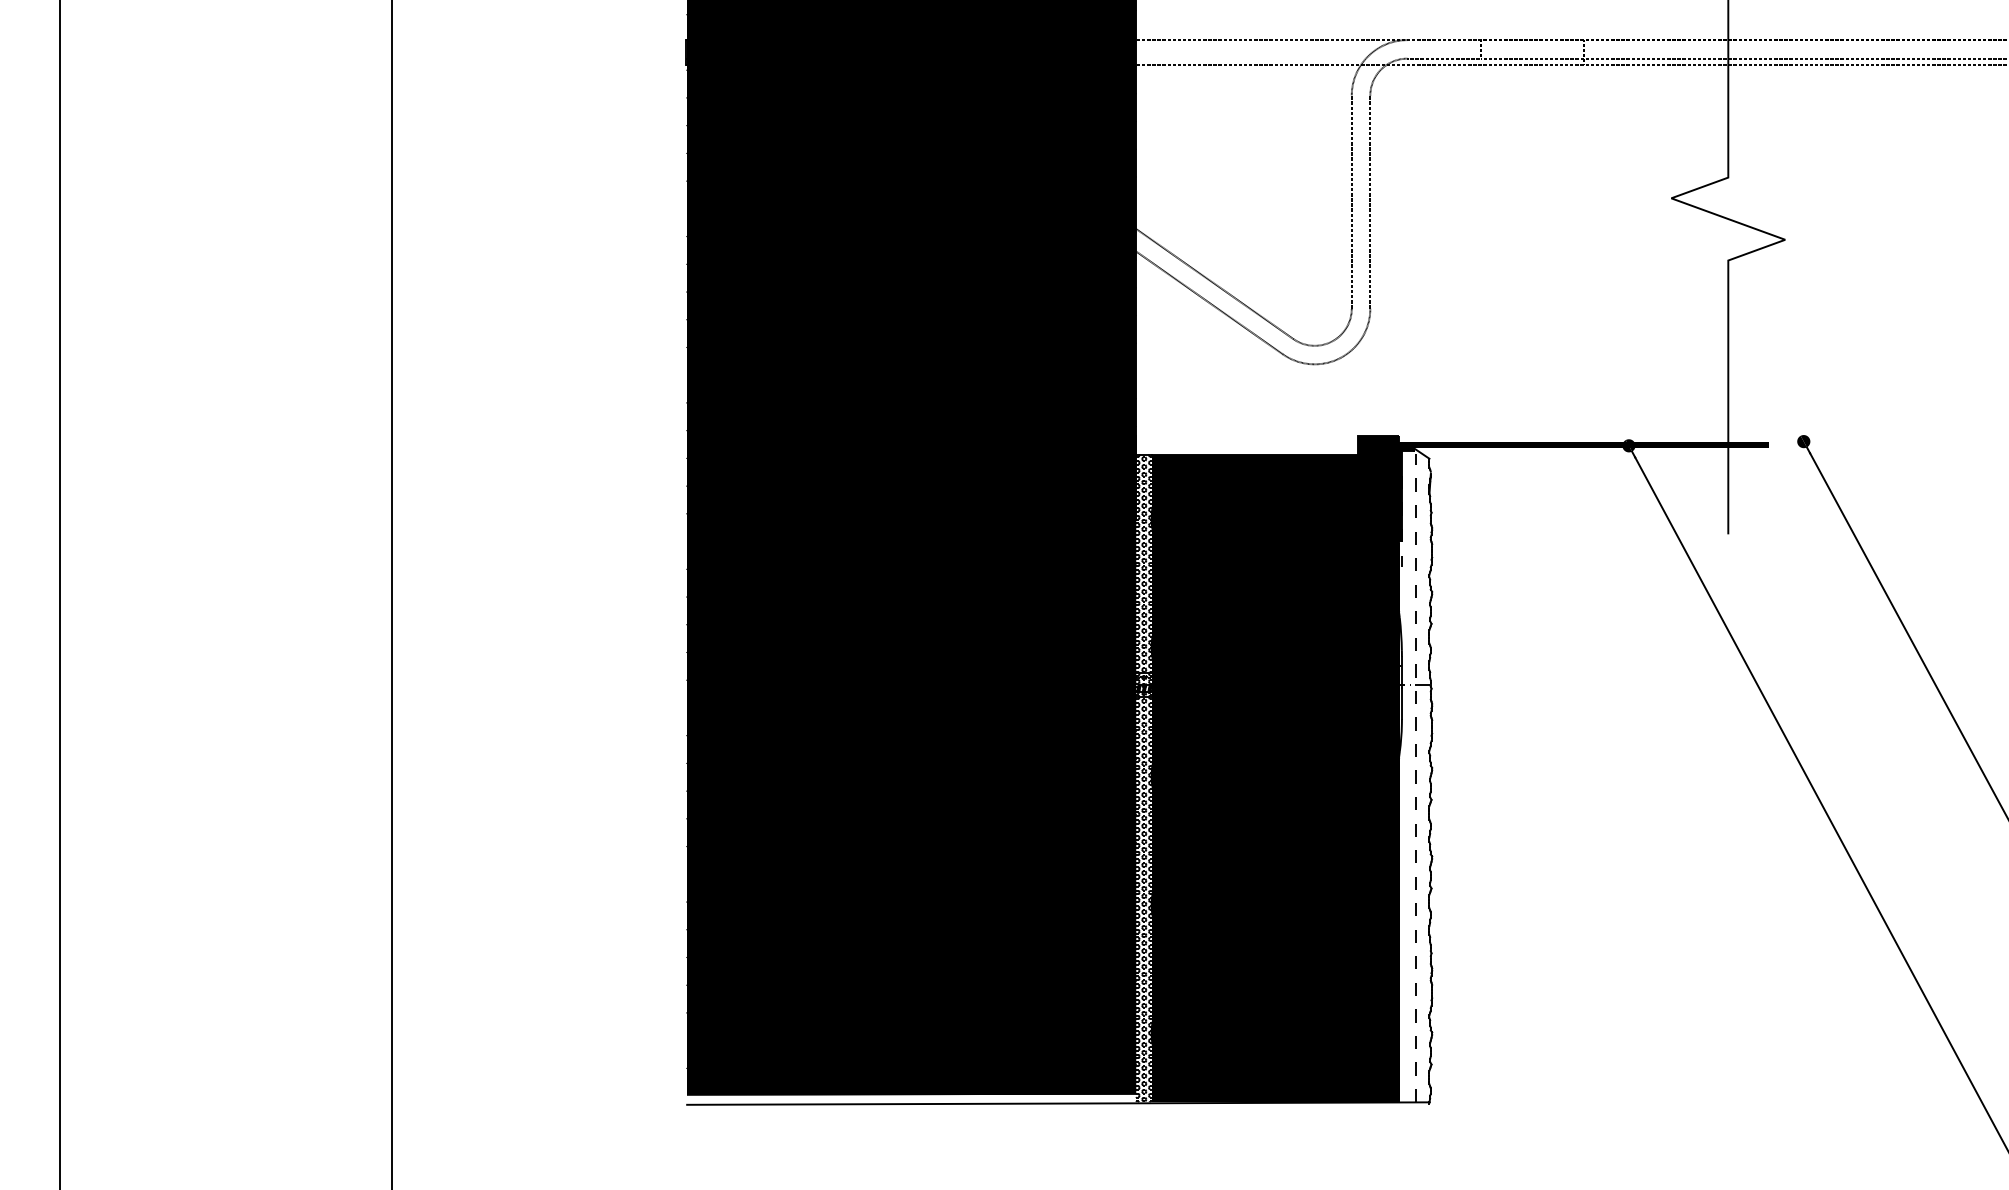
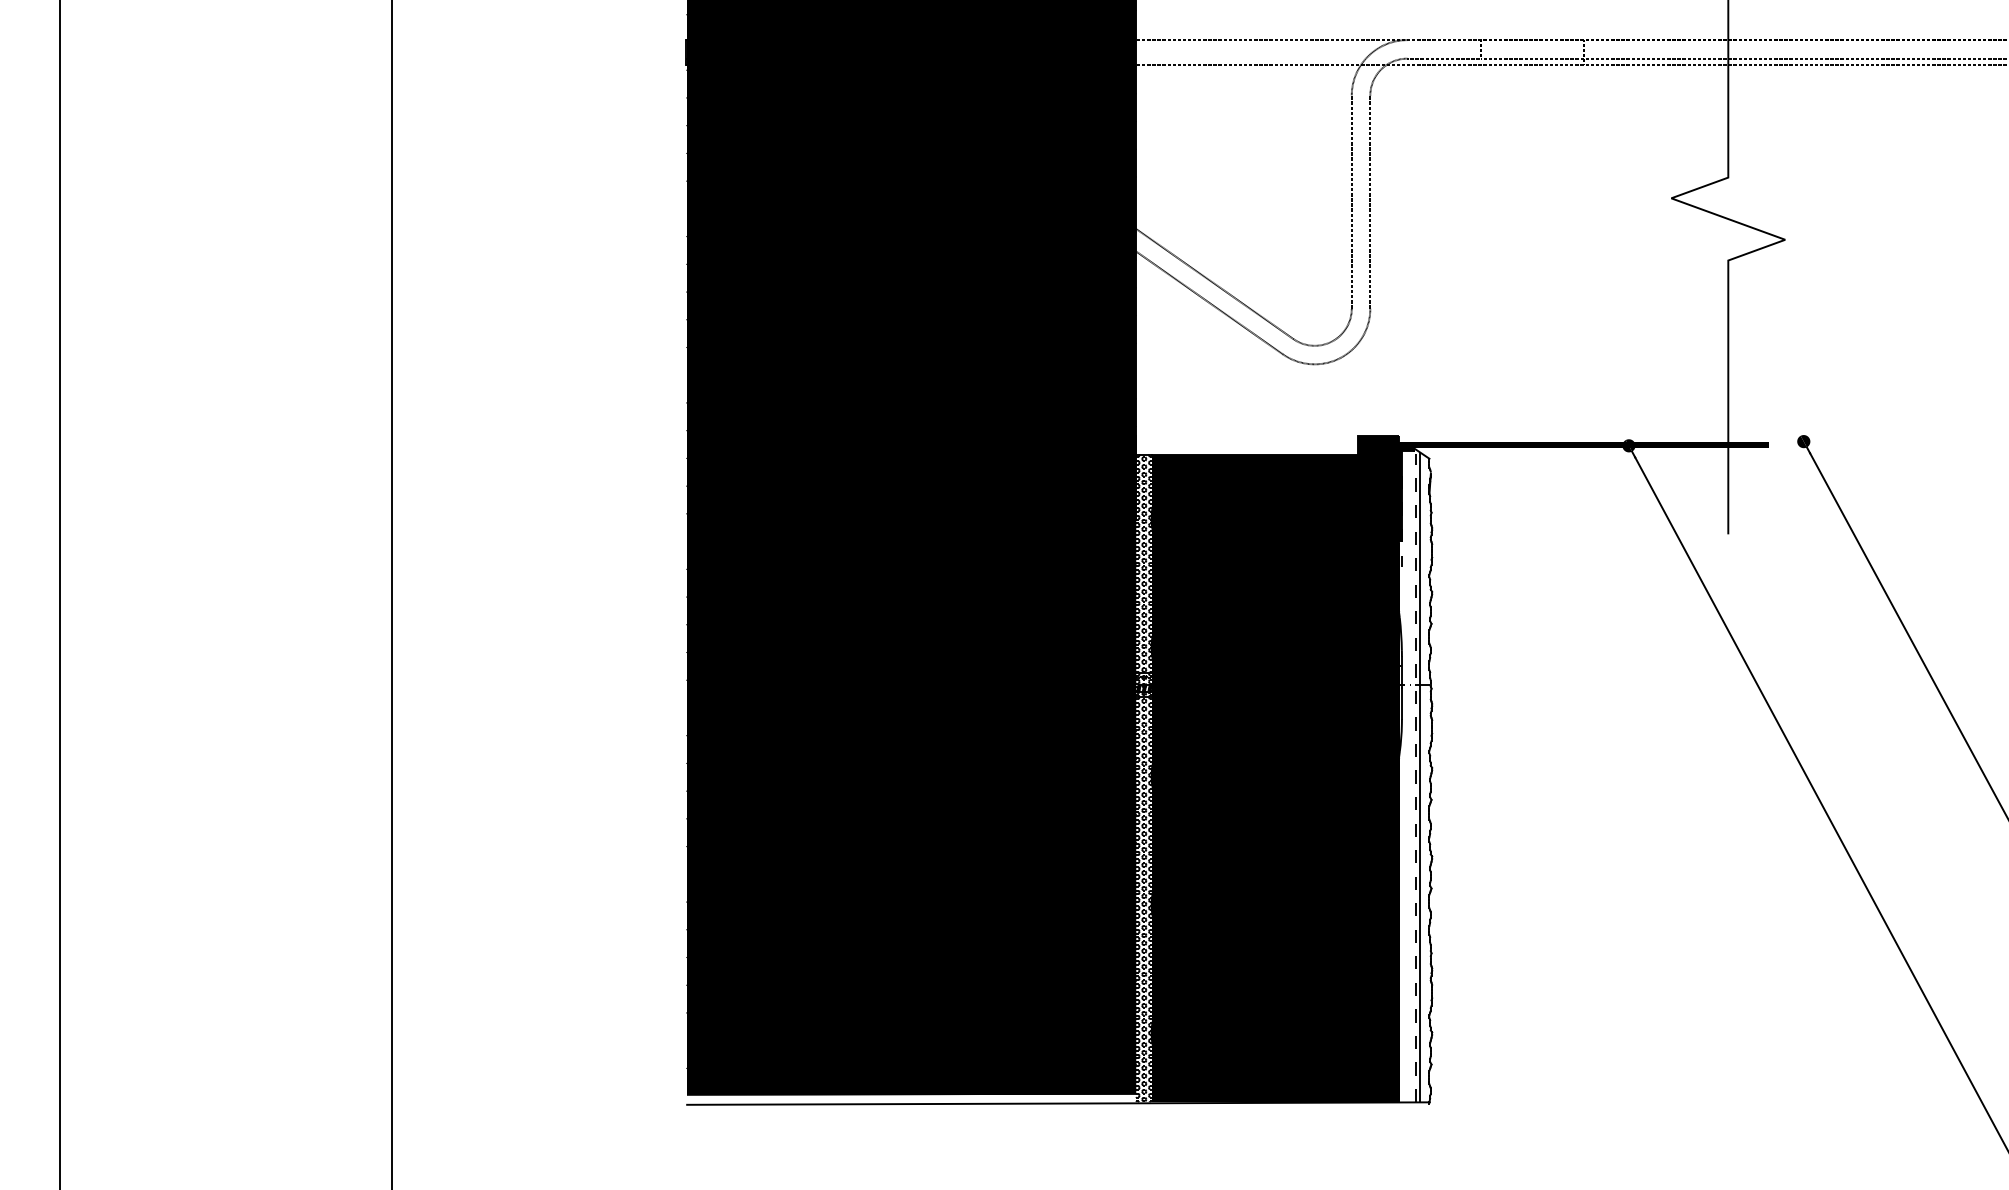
line at (1420, 777): none -> present
